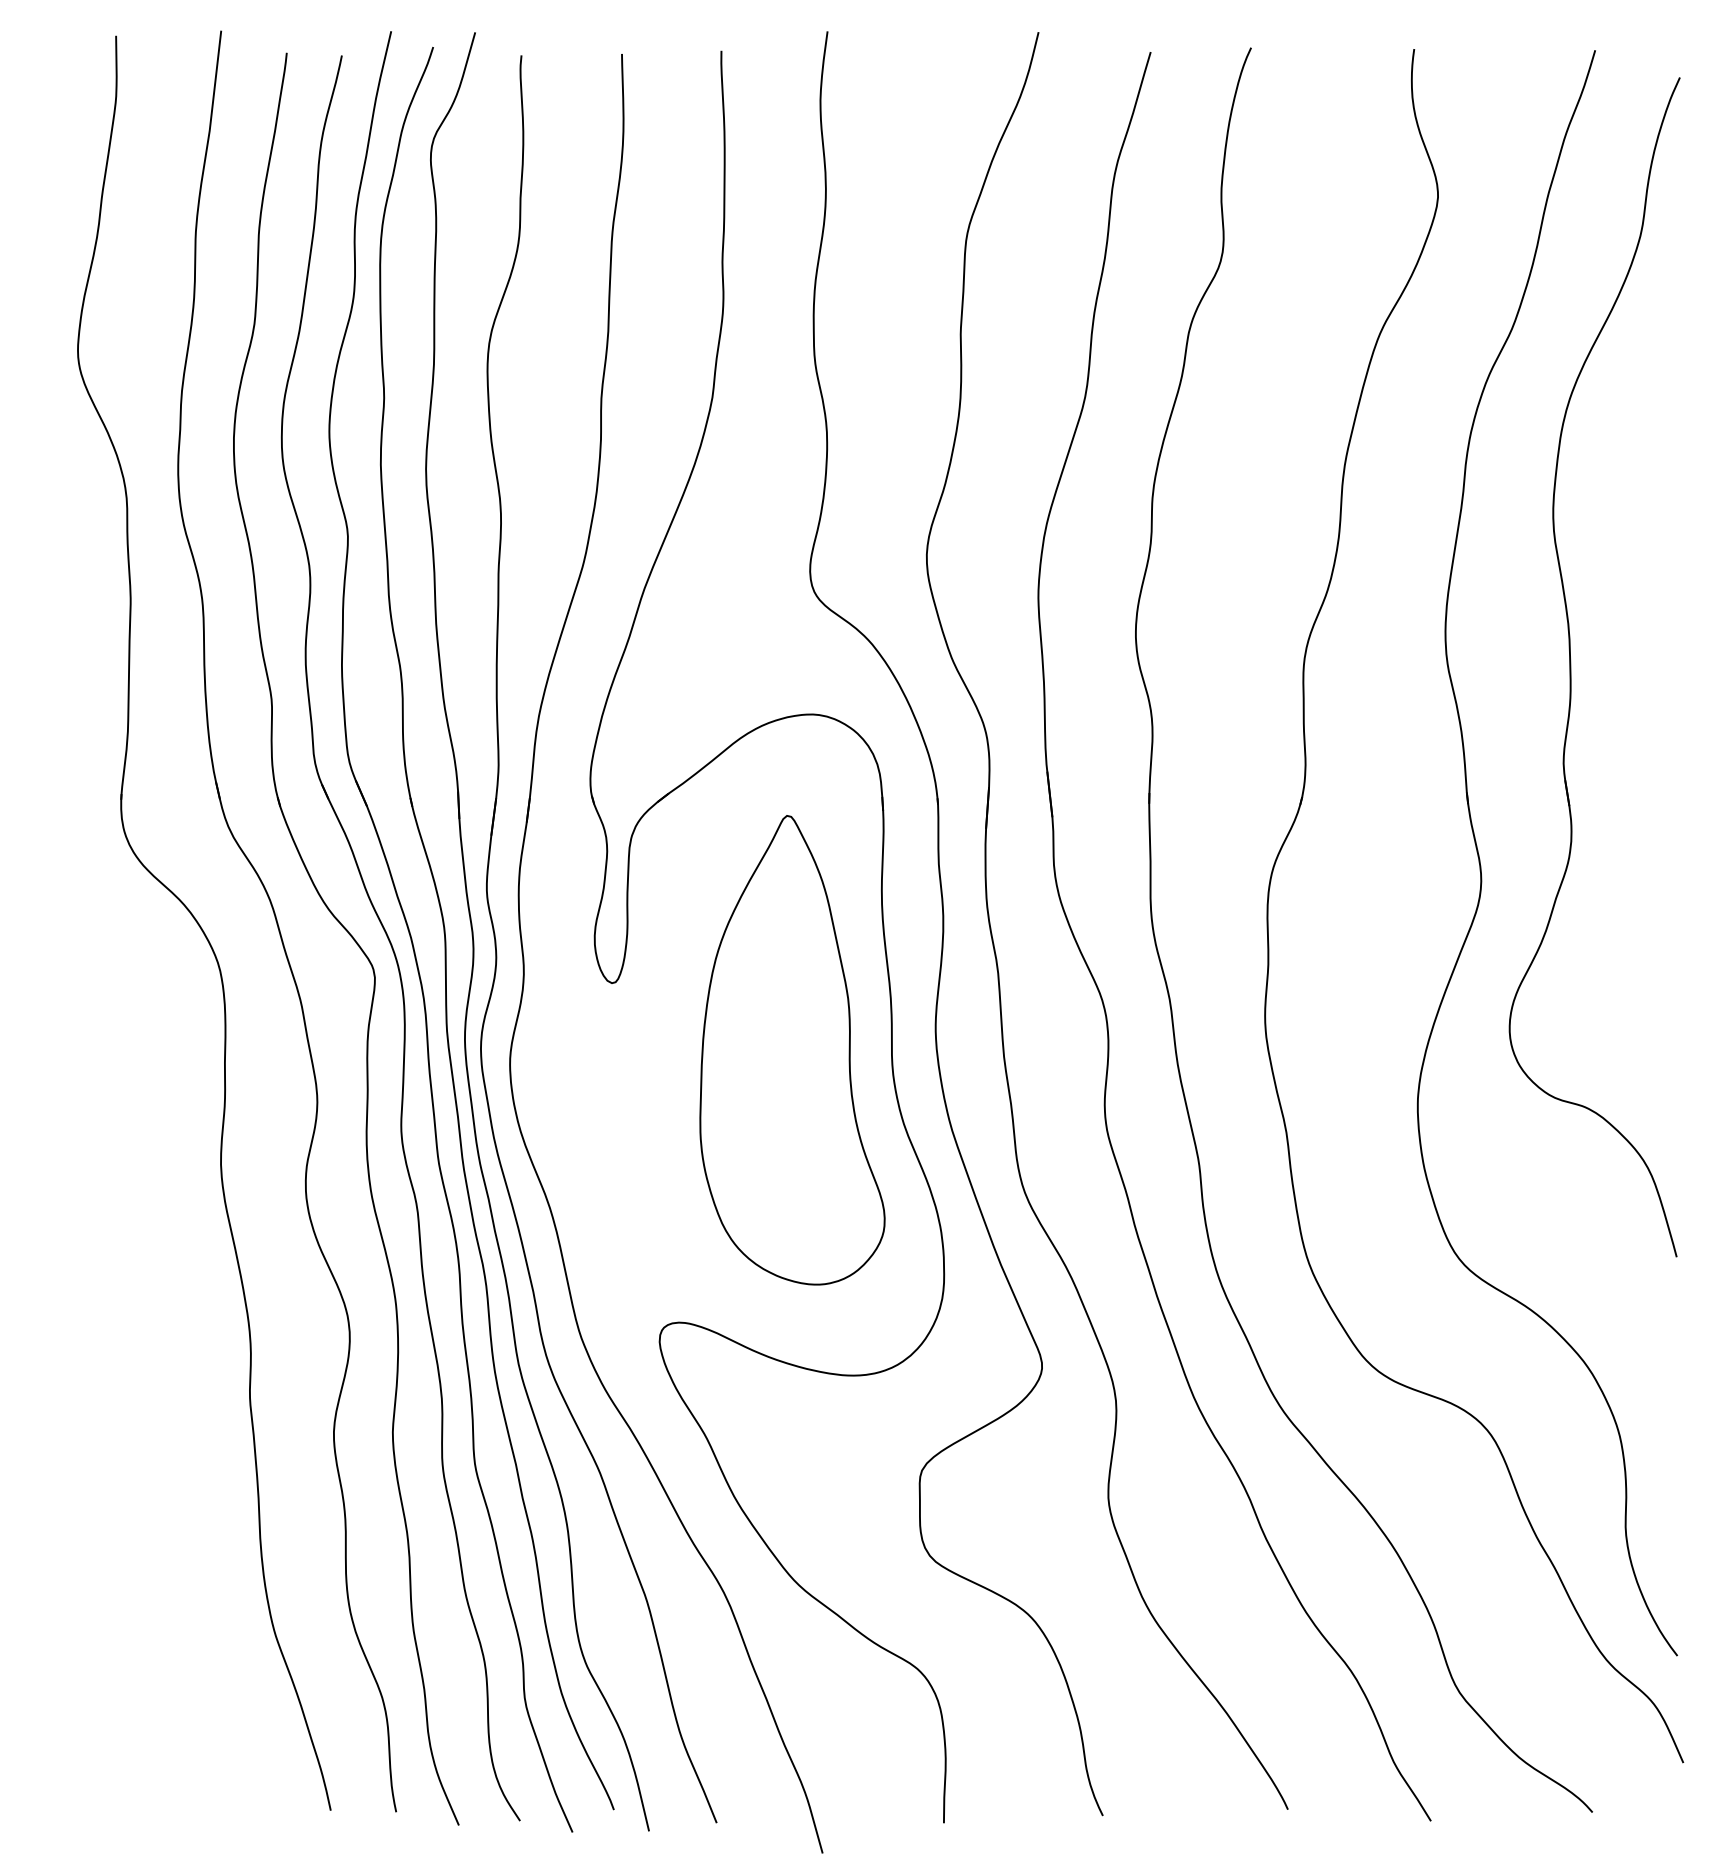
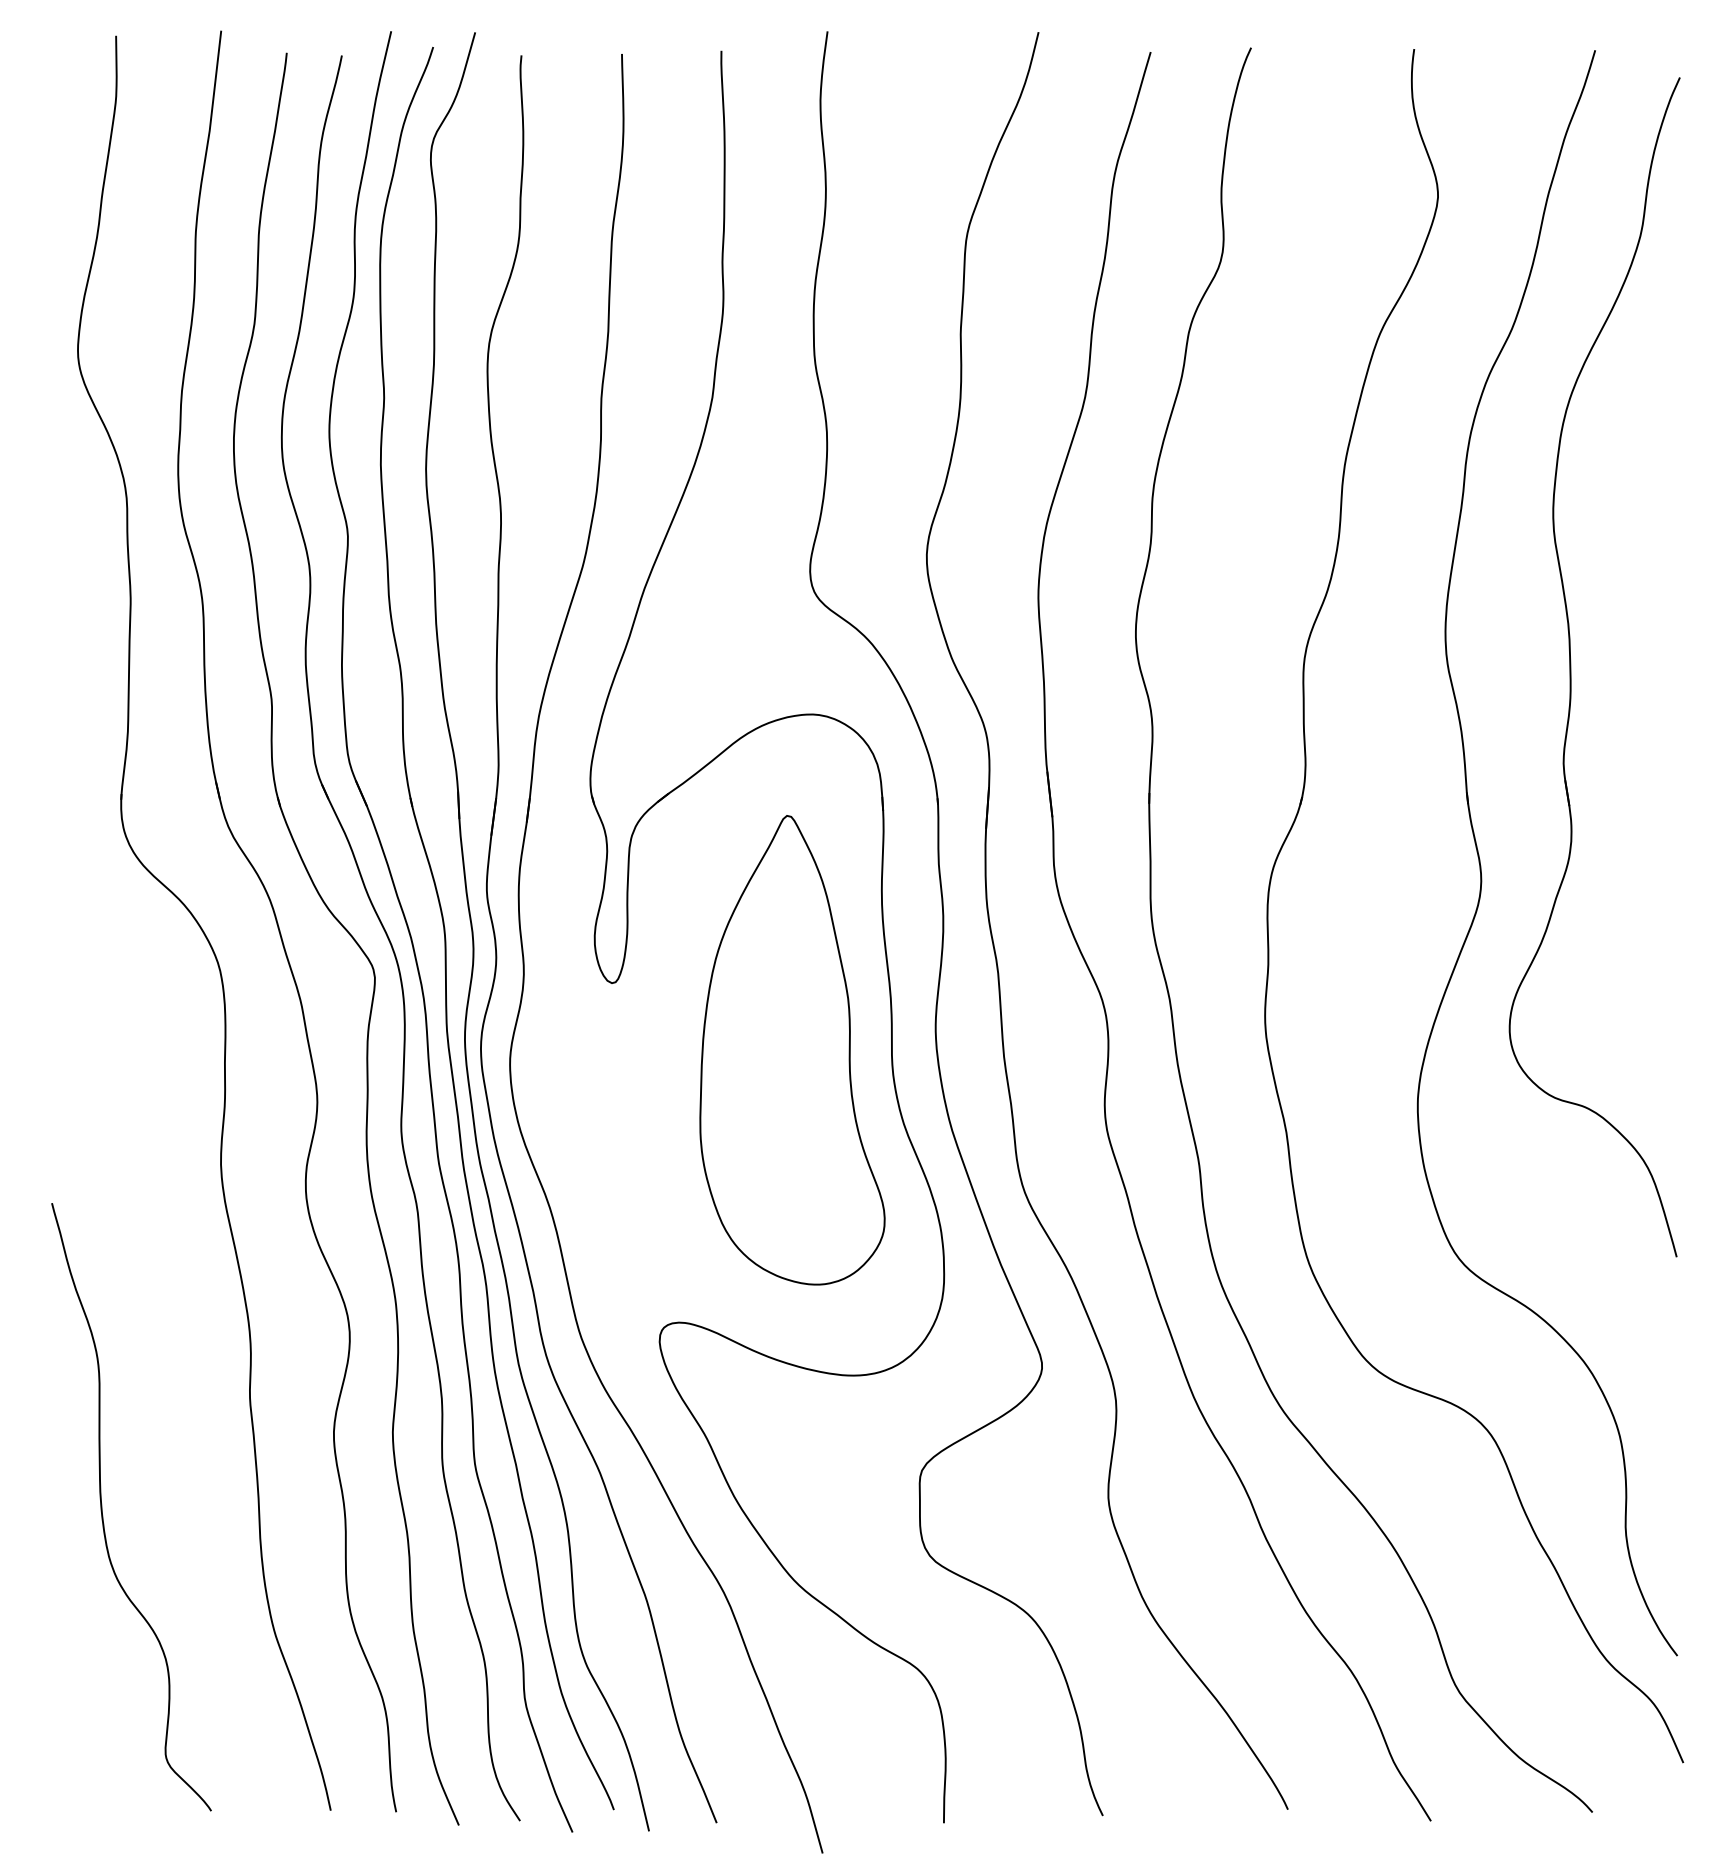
curve at (102, 1507): none -> present
